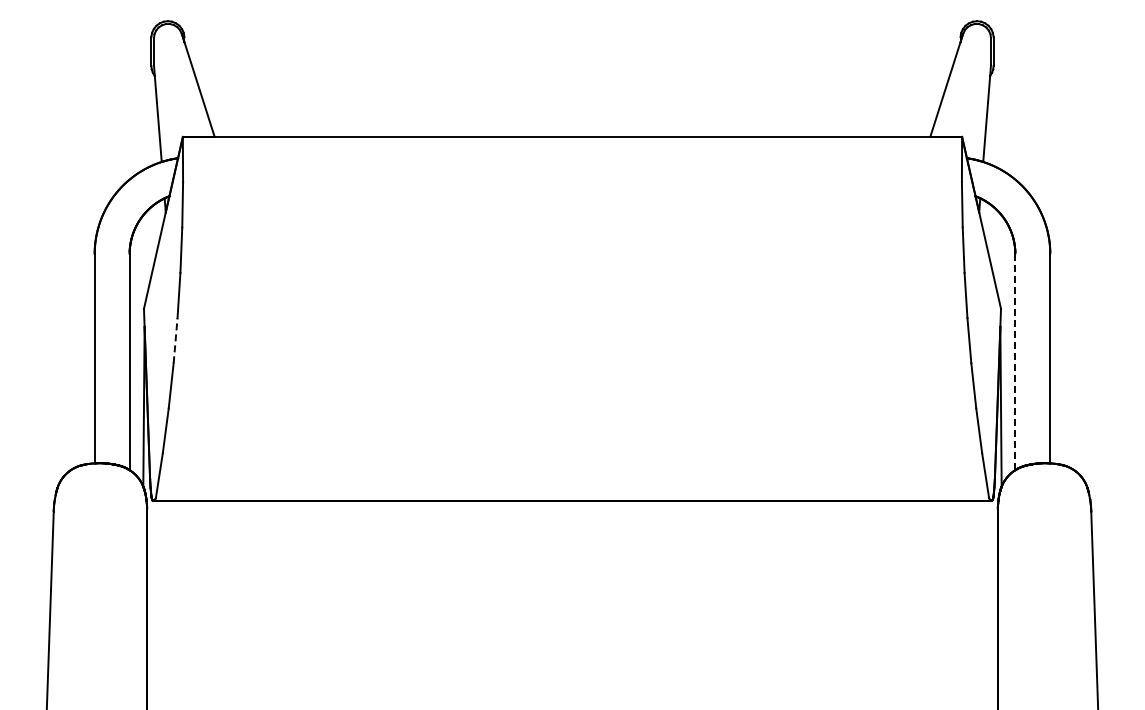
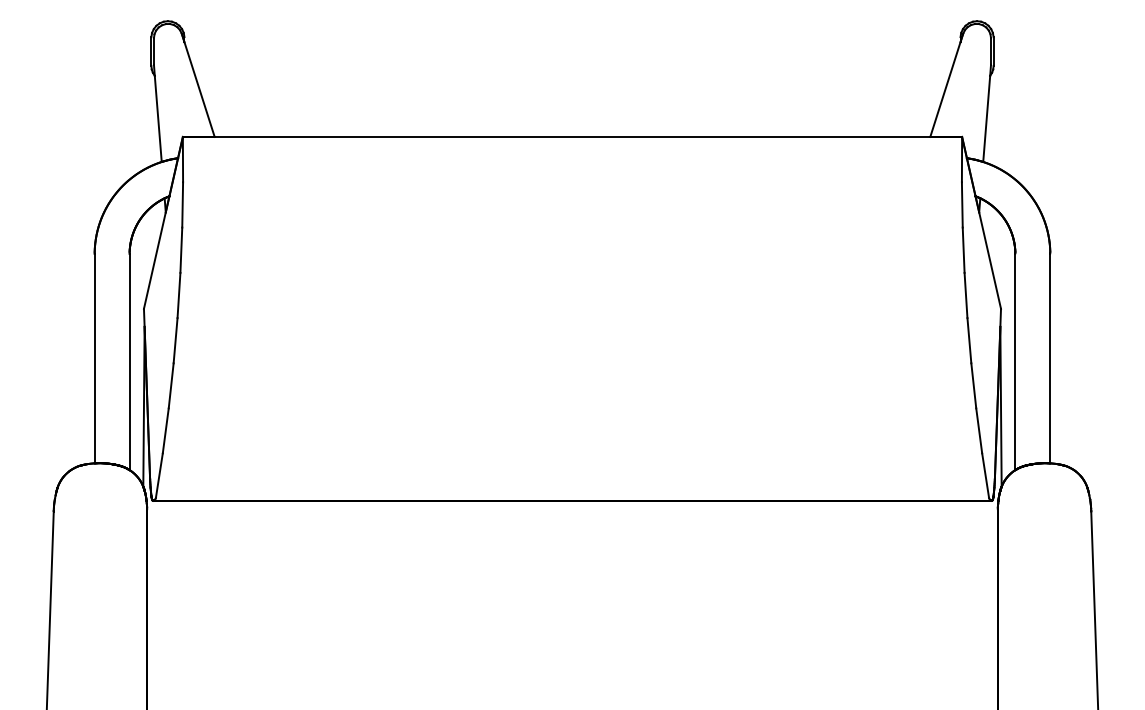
line at (175, 340): dashed -> solid
line at (1015, 361): dashed -> solid
